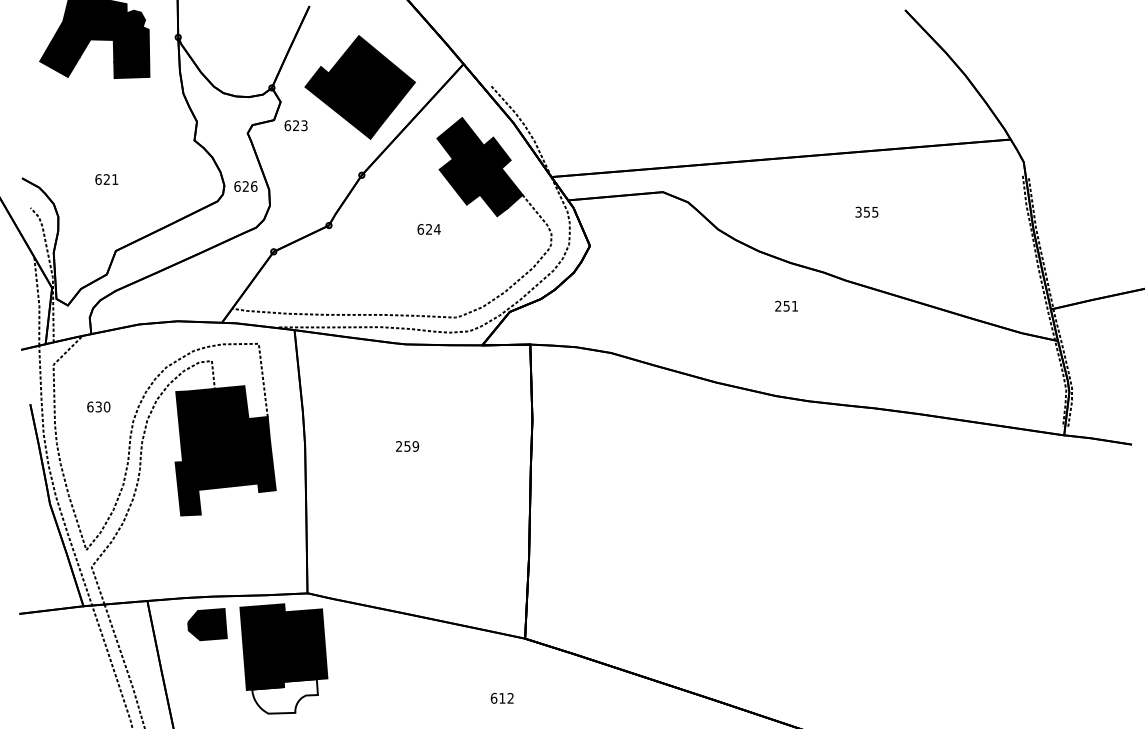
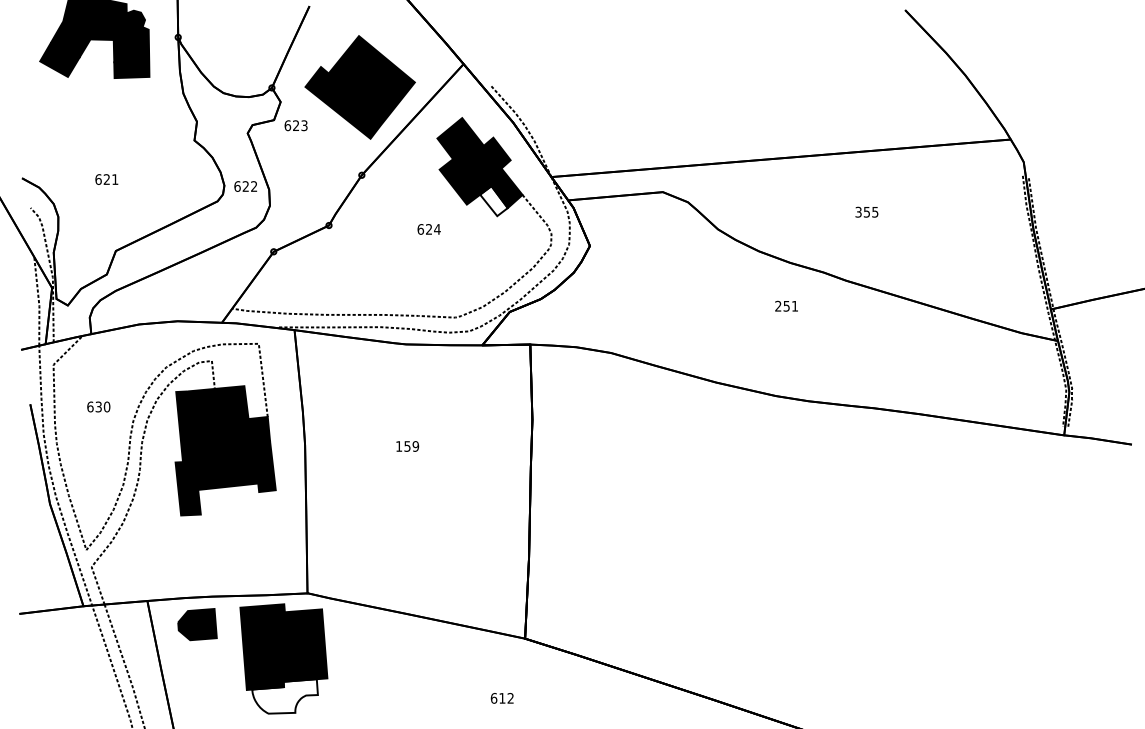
text at (254, 186): 626 -> 622
fill at (493, 201): present -> none
text at (398, 446): 259 -> 159
part at (207, 624) position: (207, 624) -> (197, 624)
